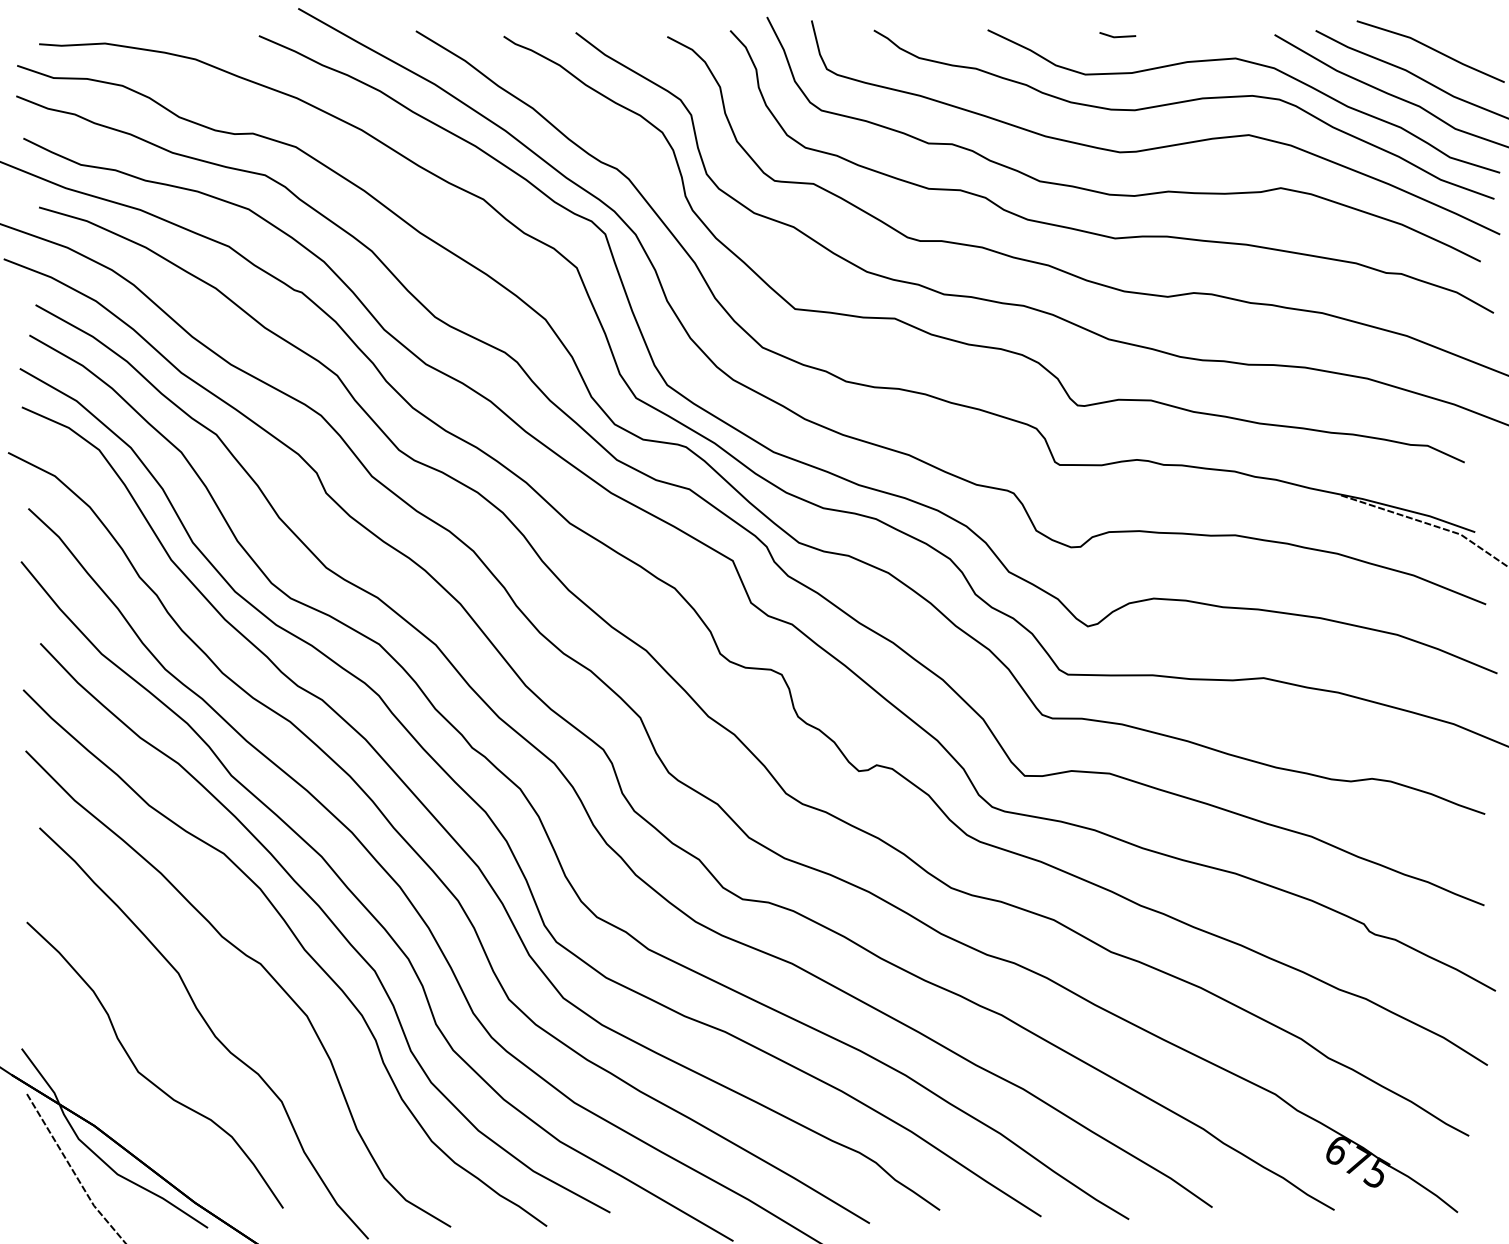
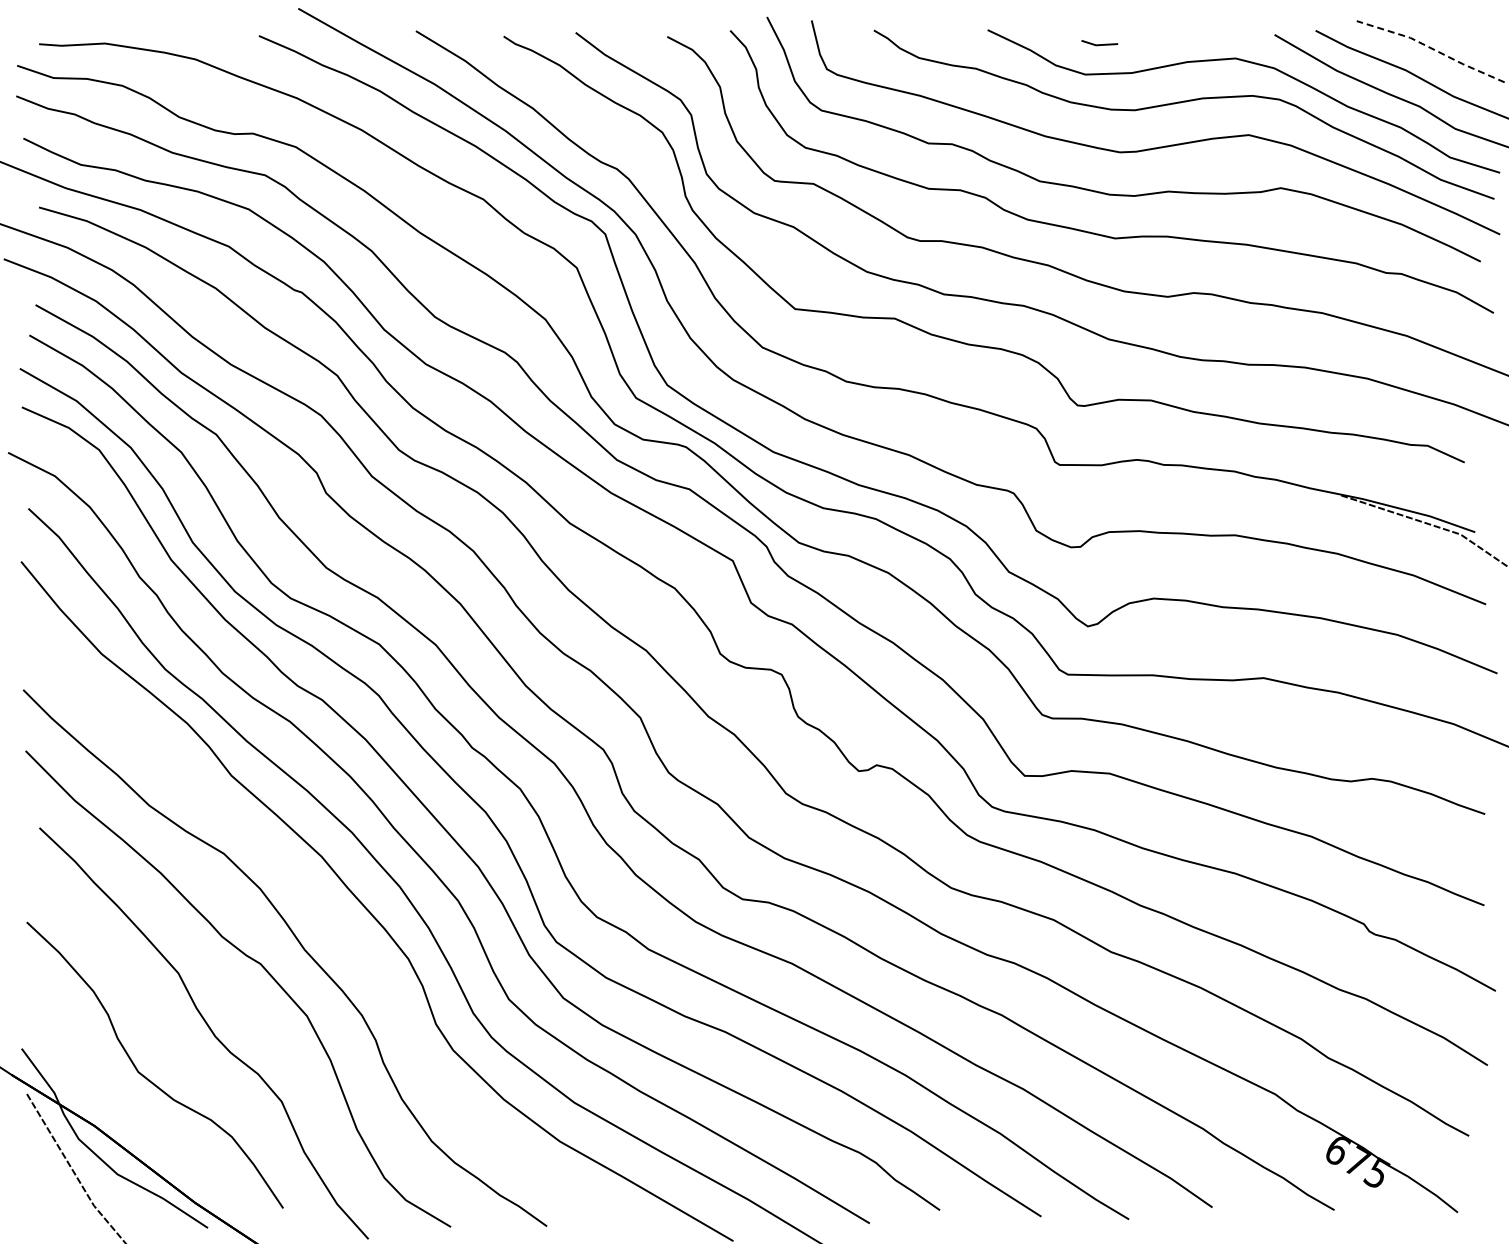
line at (1117, 36) position: (1117, 36) -> (1099, 44)
line at (1431, 48): solid -> dashed
curve at (332, 924): present -> none
